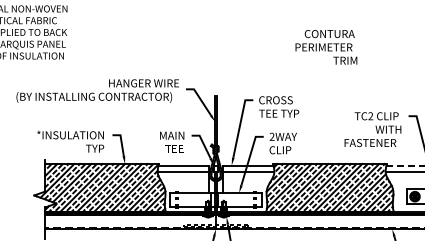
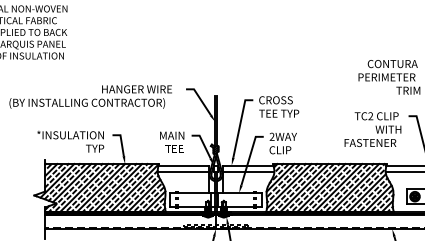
text at (326, 47) position: (326, 47) -> (389, 77)
text at (97, 90) position: (97, 90) -> (90, 96)
line at (405, 165): dashed -> solid
